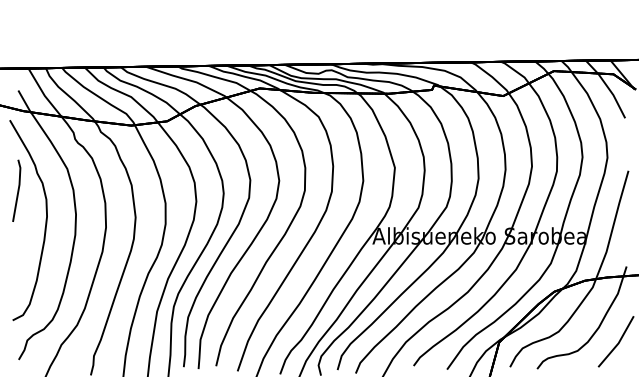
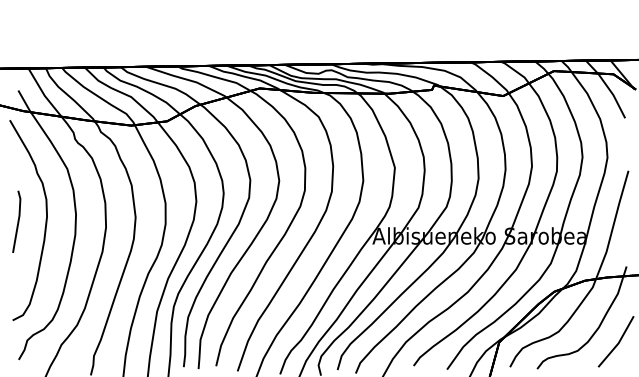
part at (16, 190) position: (16, 190) -> (16, 221)
